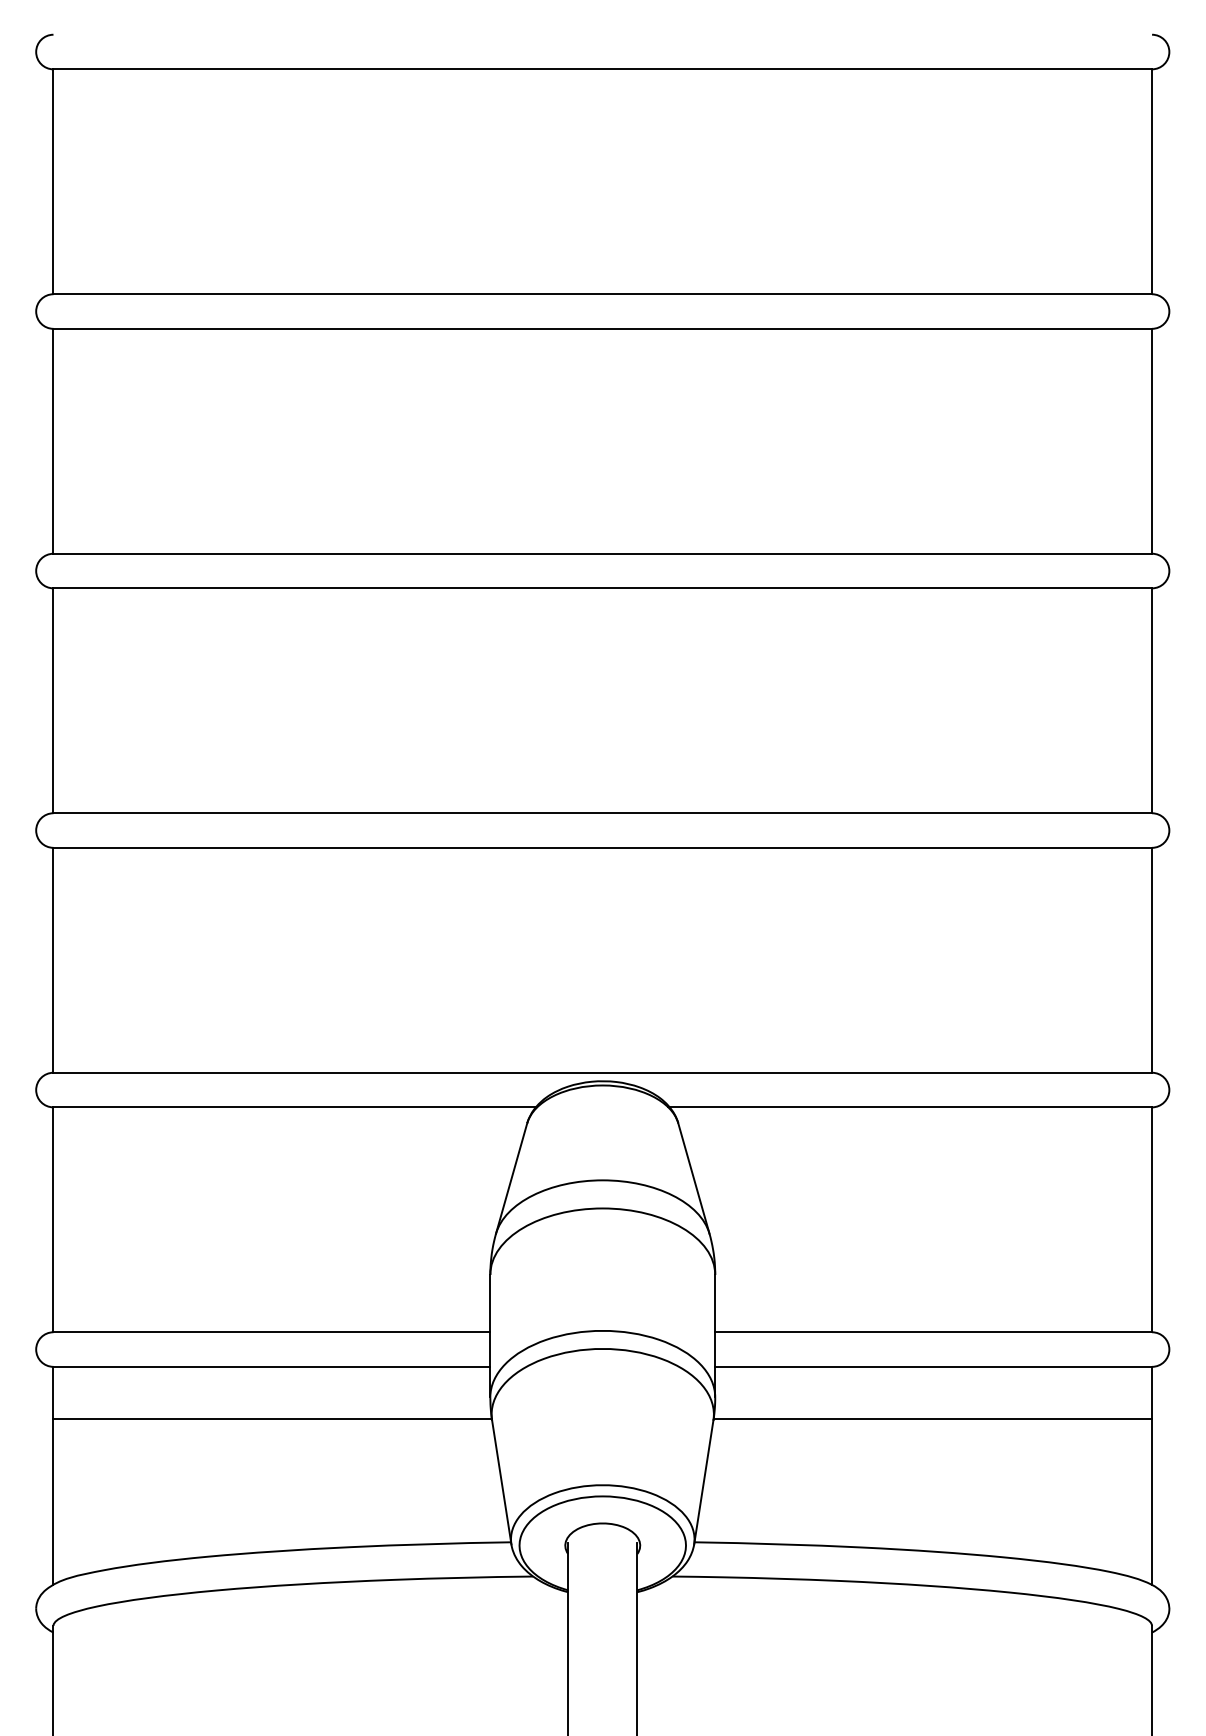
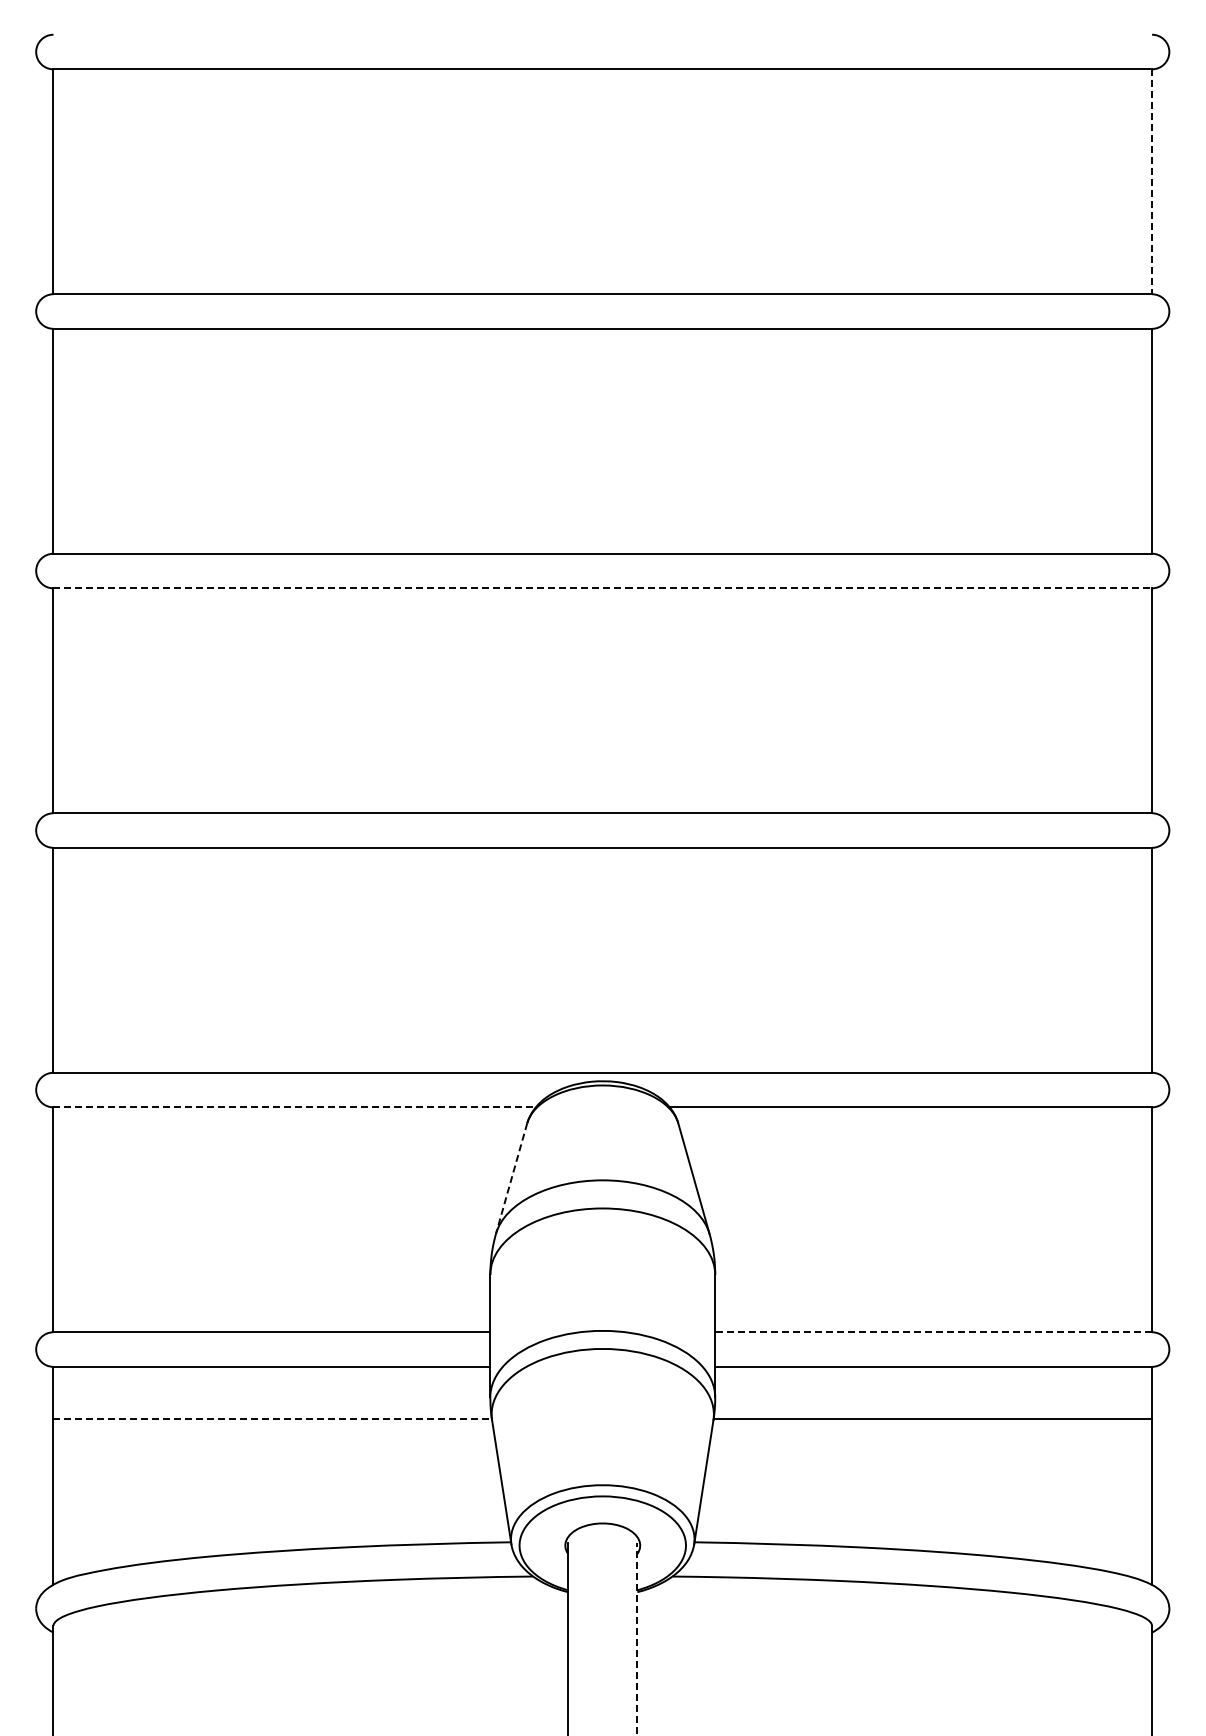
line at (1152, 182): solid -> dashed
line at (603, 588): solid -> dashed
line at (295, 1107): solid -> dashed
line at (511, 1178): solid -> dashed
line at (933, 1332): solid -> dashed
line at (273, 1418): solid -> dashed
line at (637, 1639): solid -> dashed
